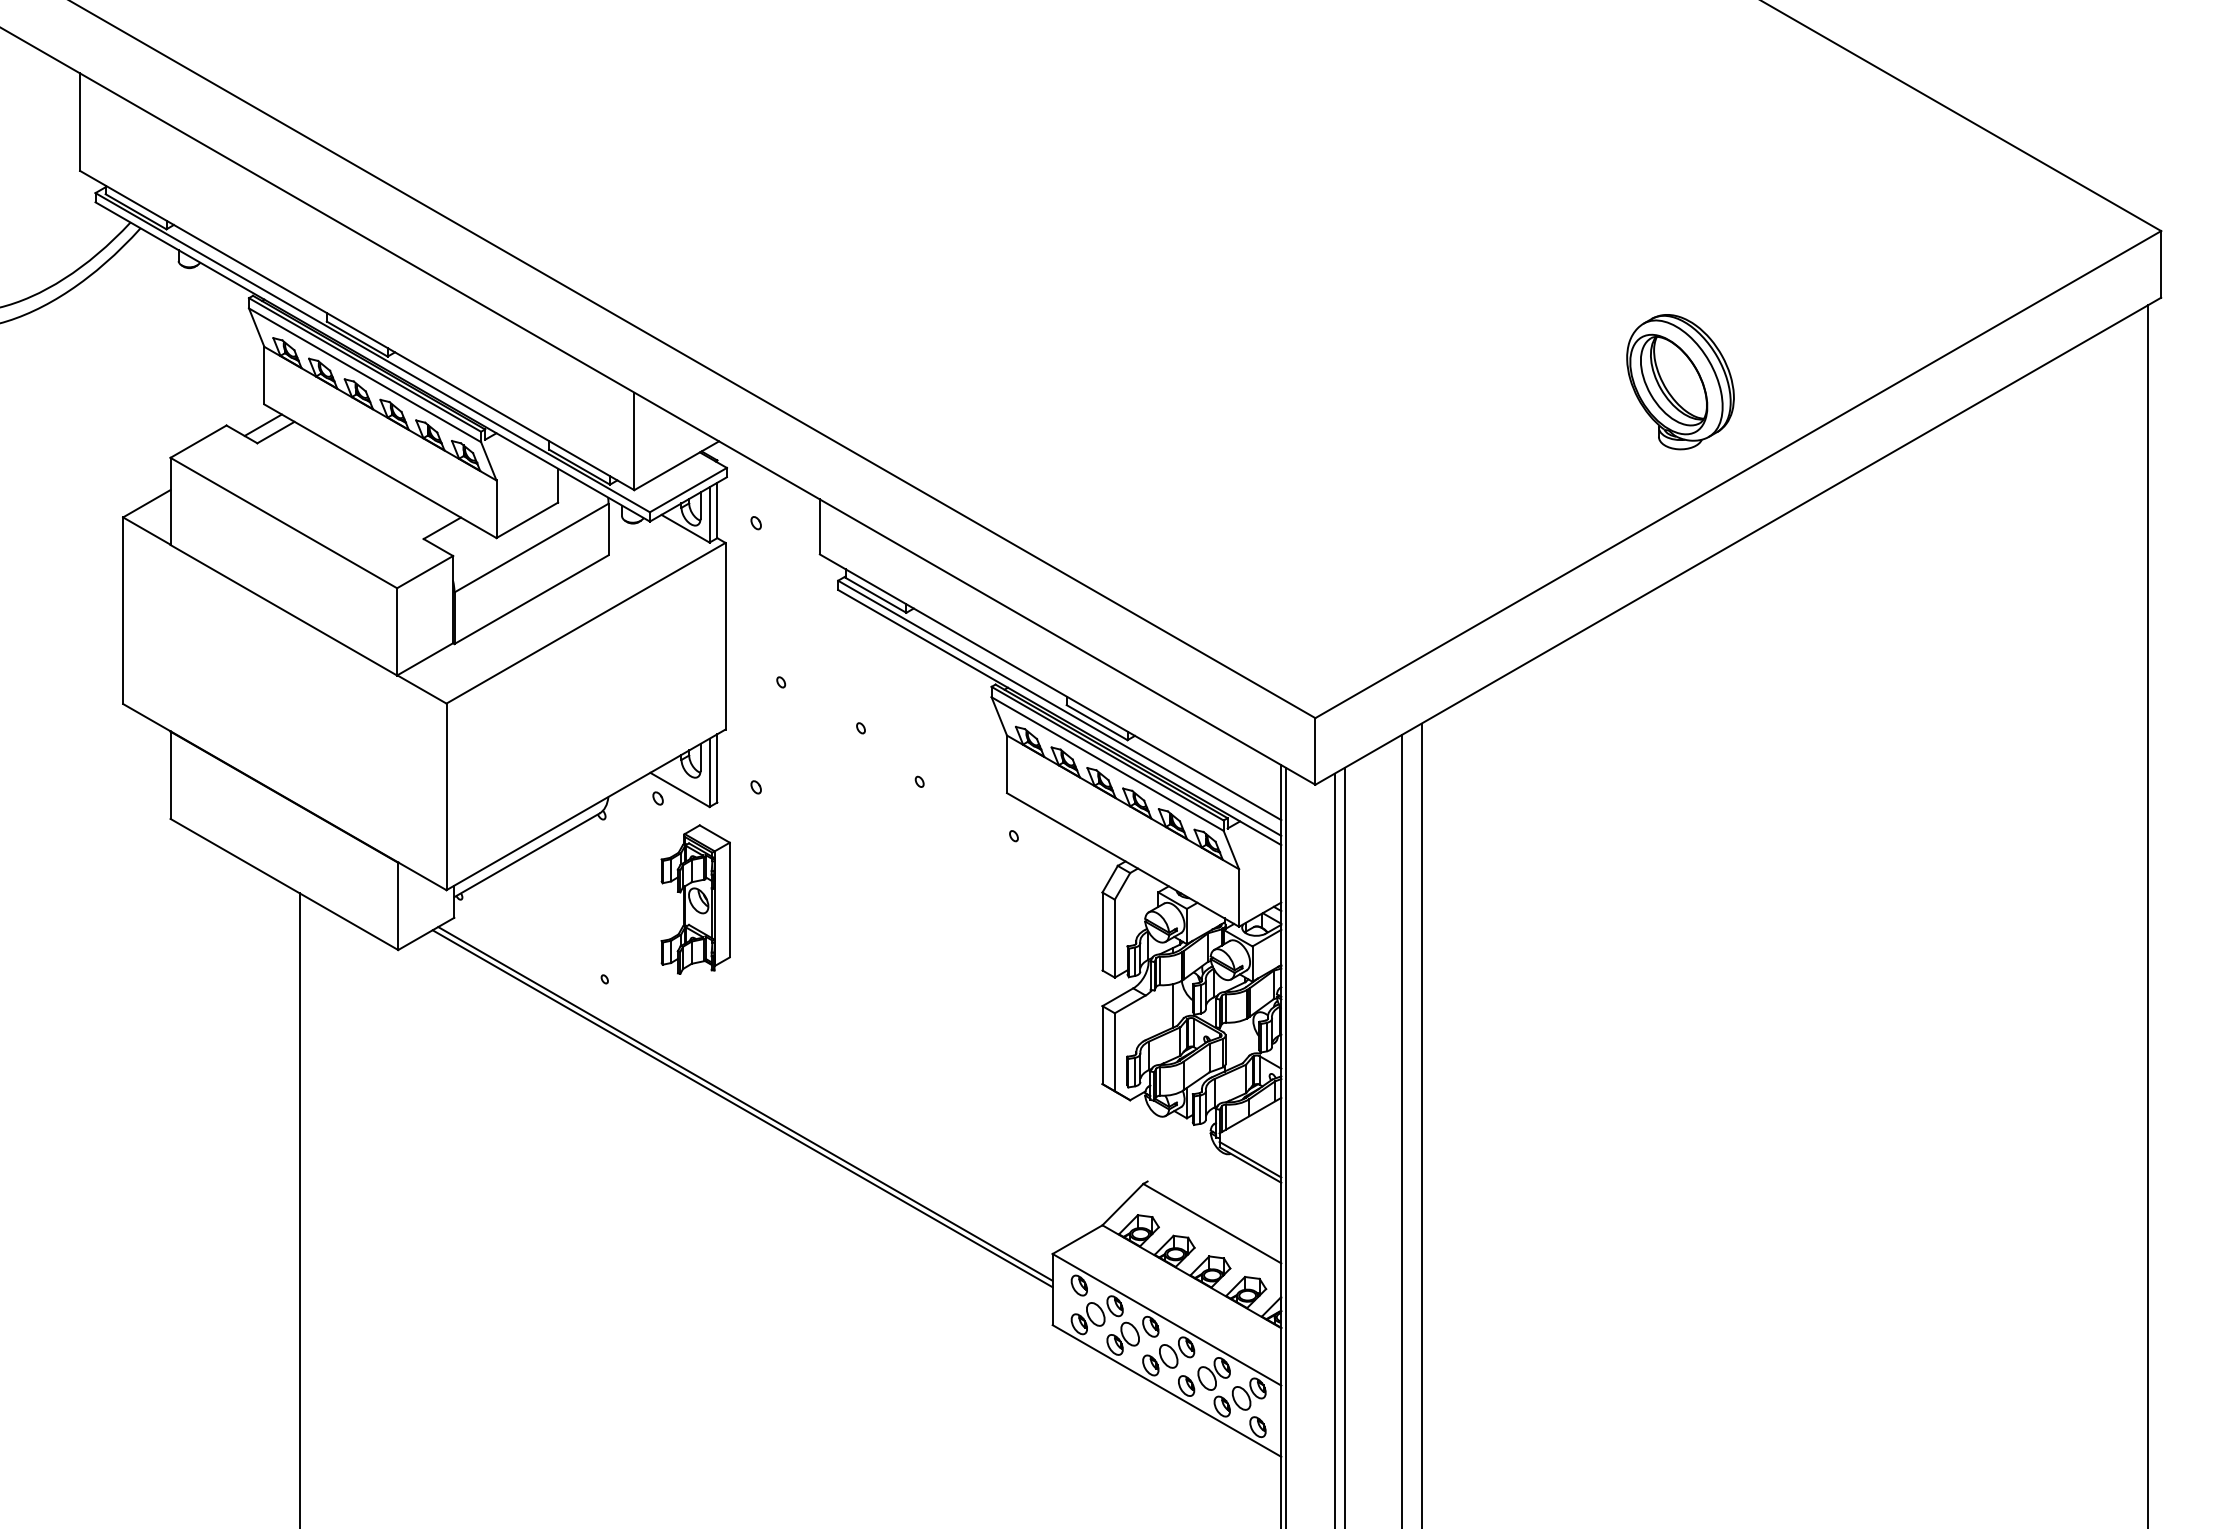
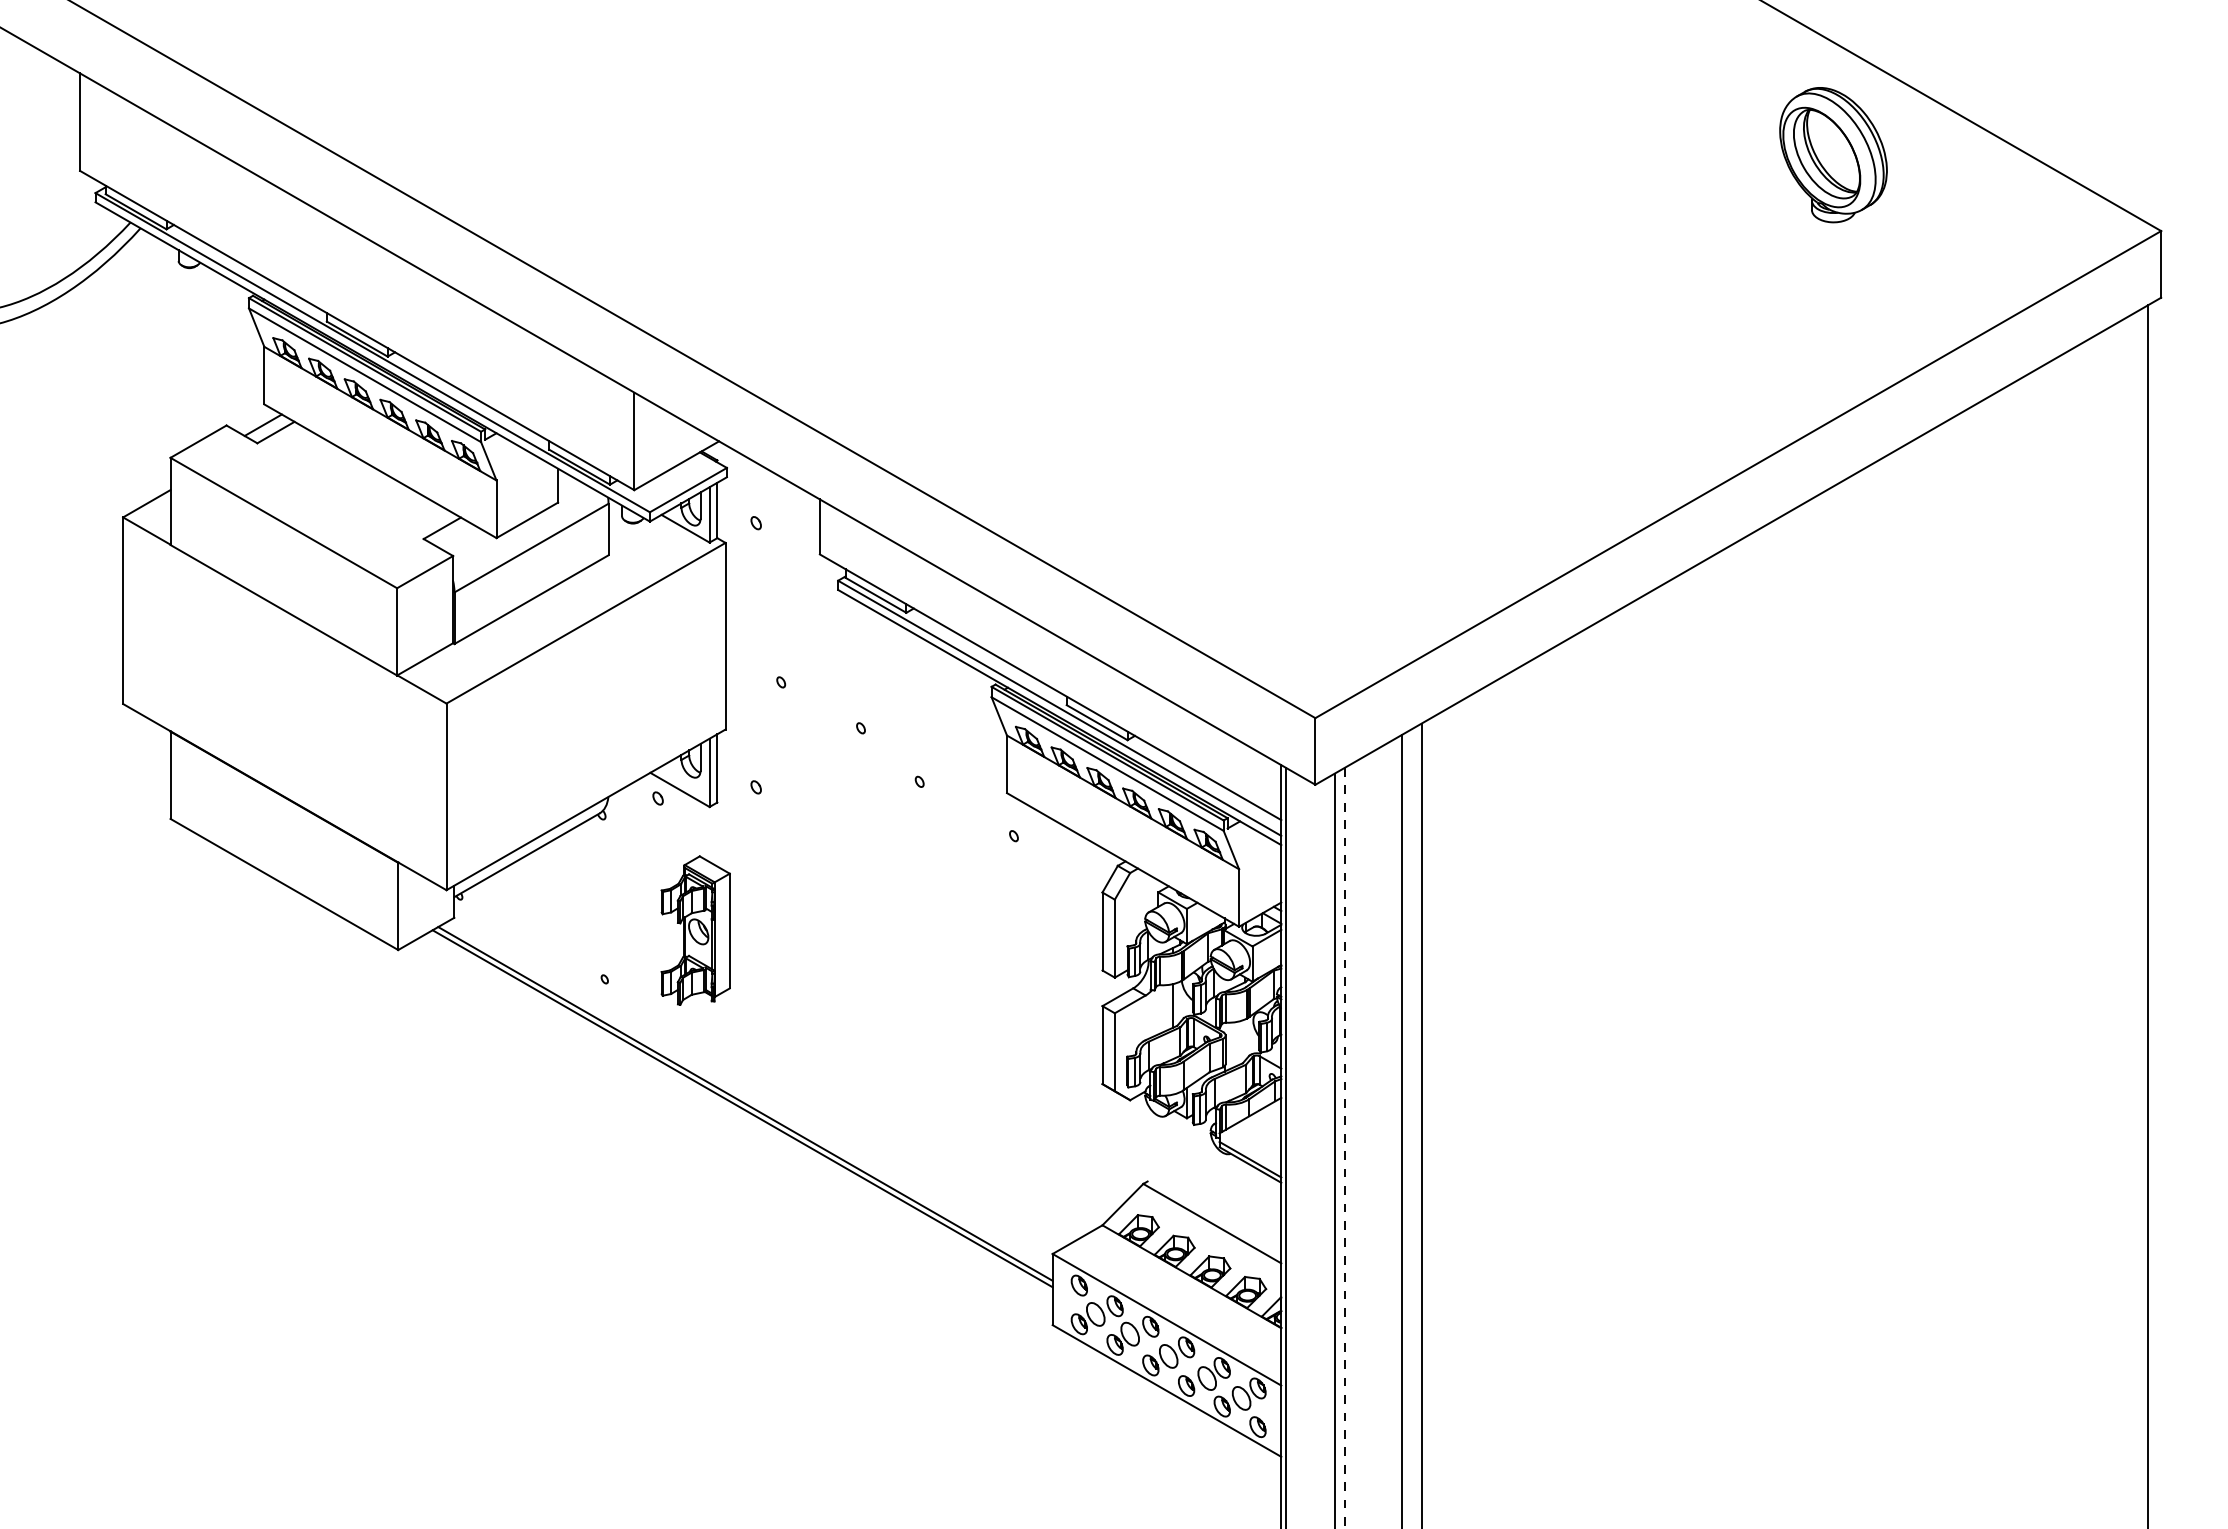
part at (1680, 382) position: (1680, 382) -> (1833, 155)
part at (695, 899) position: (695, 899) -> (695, 930)
line at (1344, 1148): solid -> dashed
line at (299, 1209): present -> none
